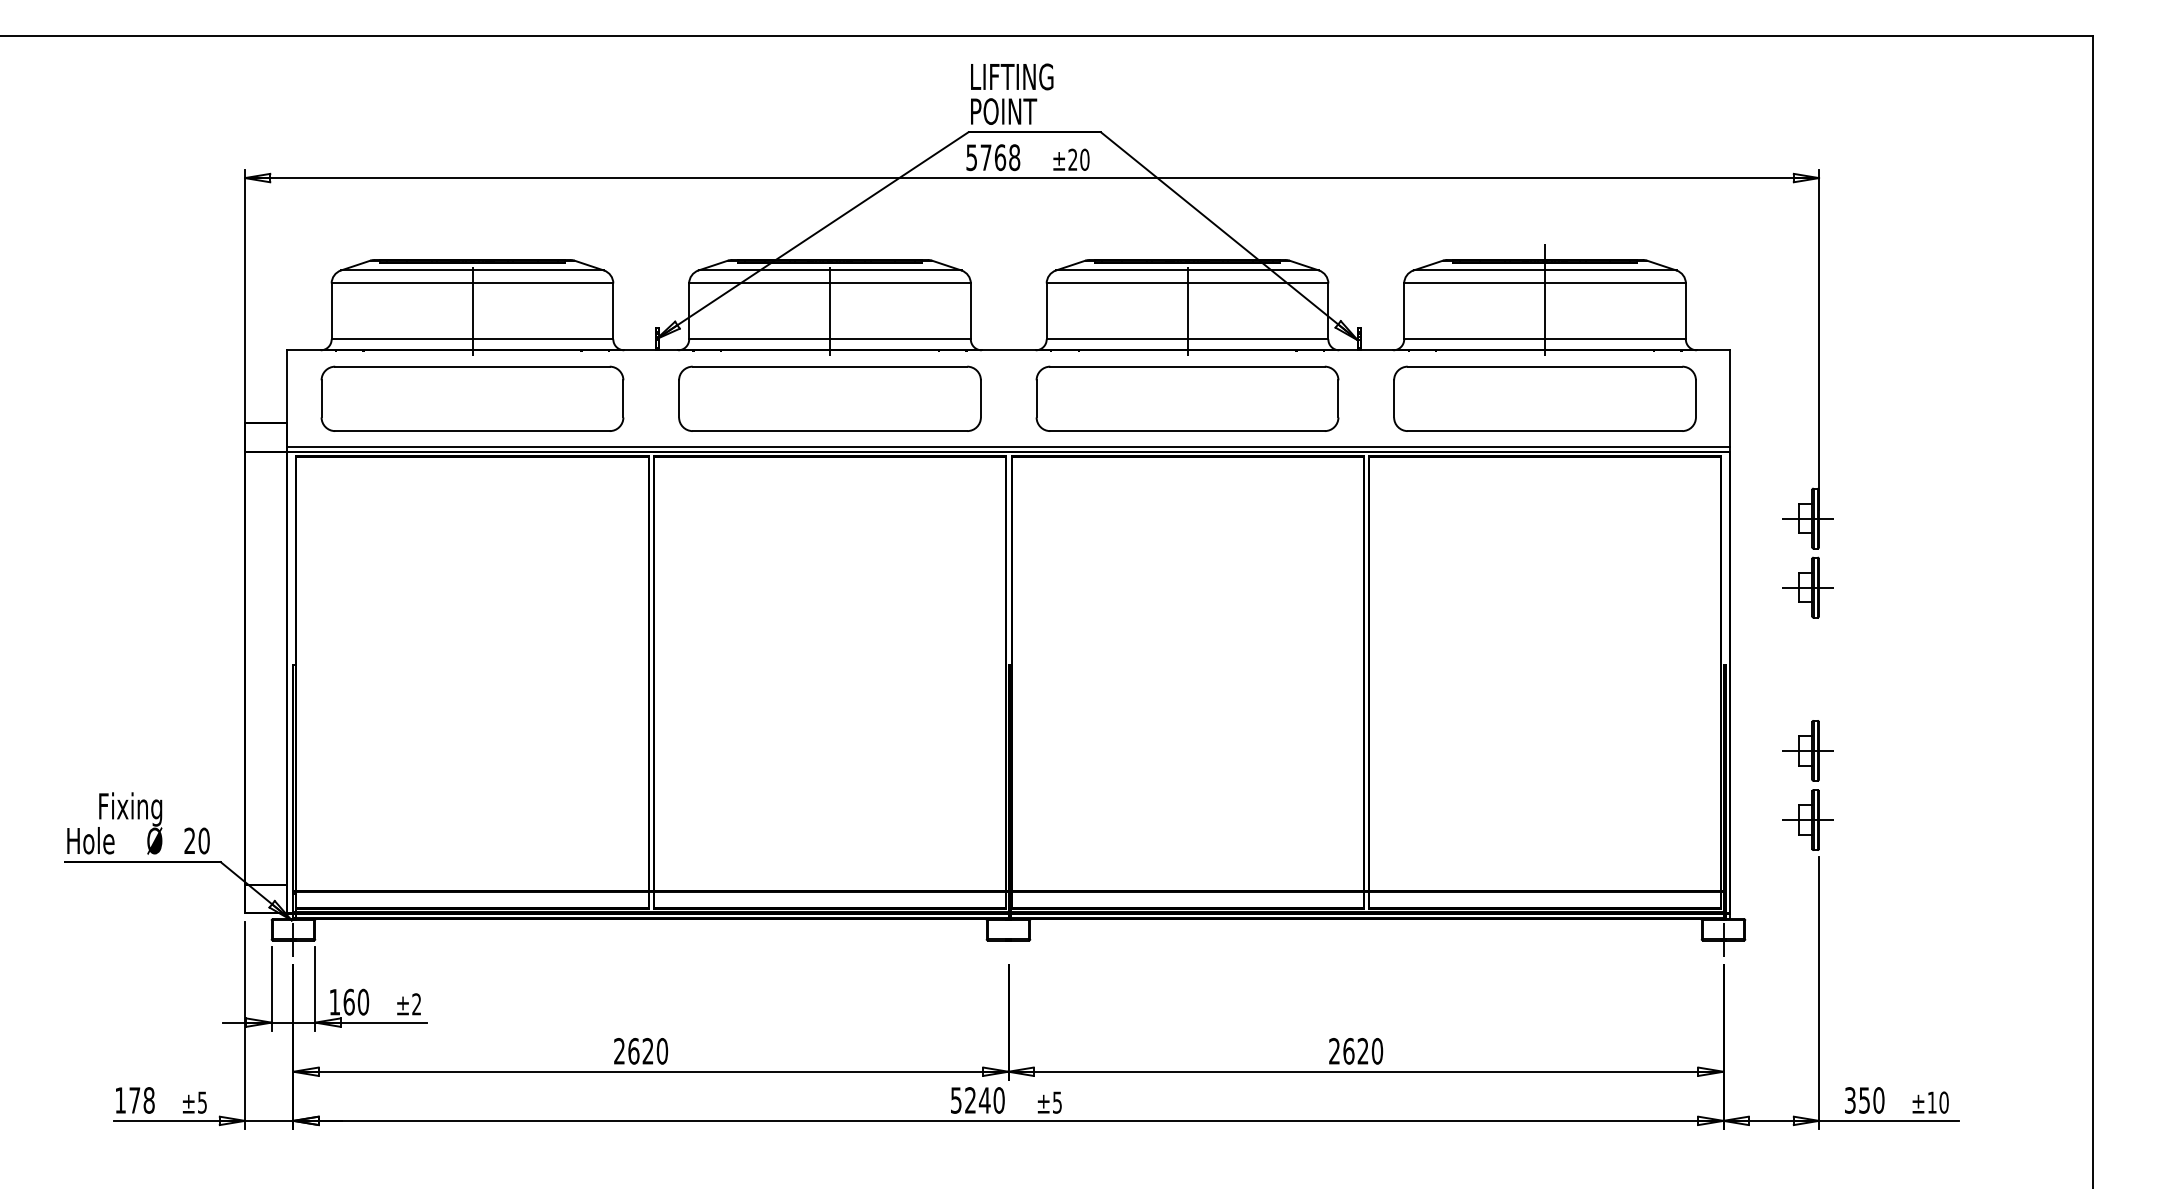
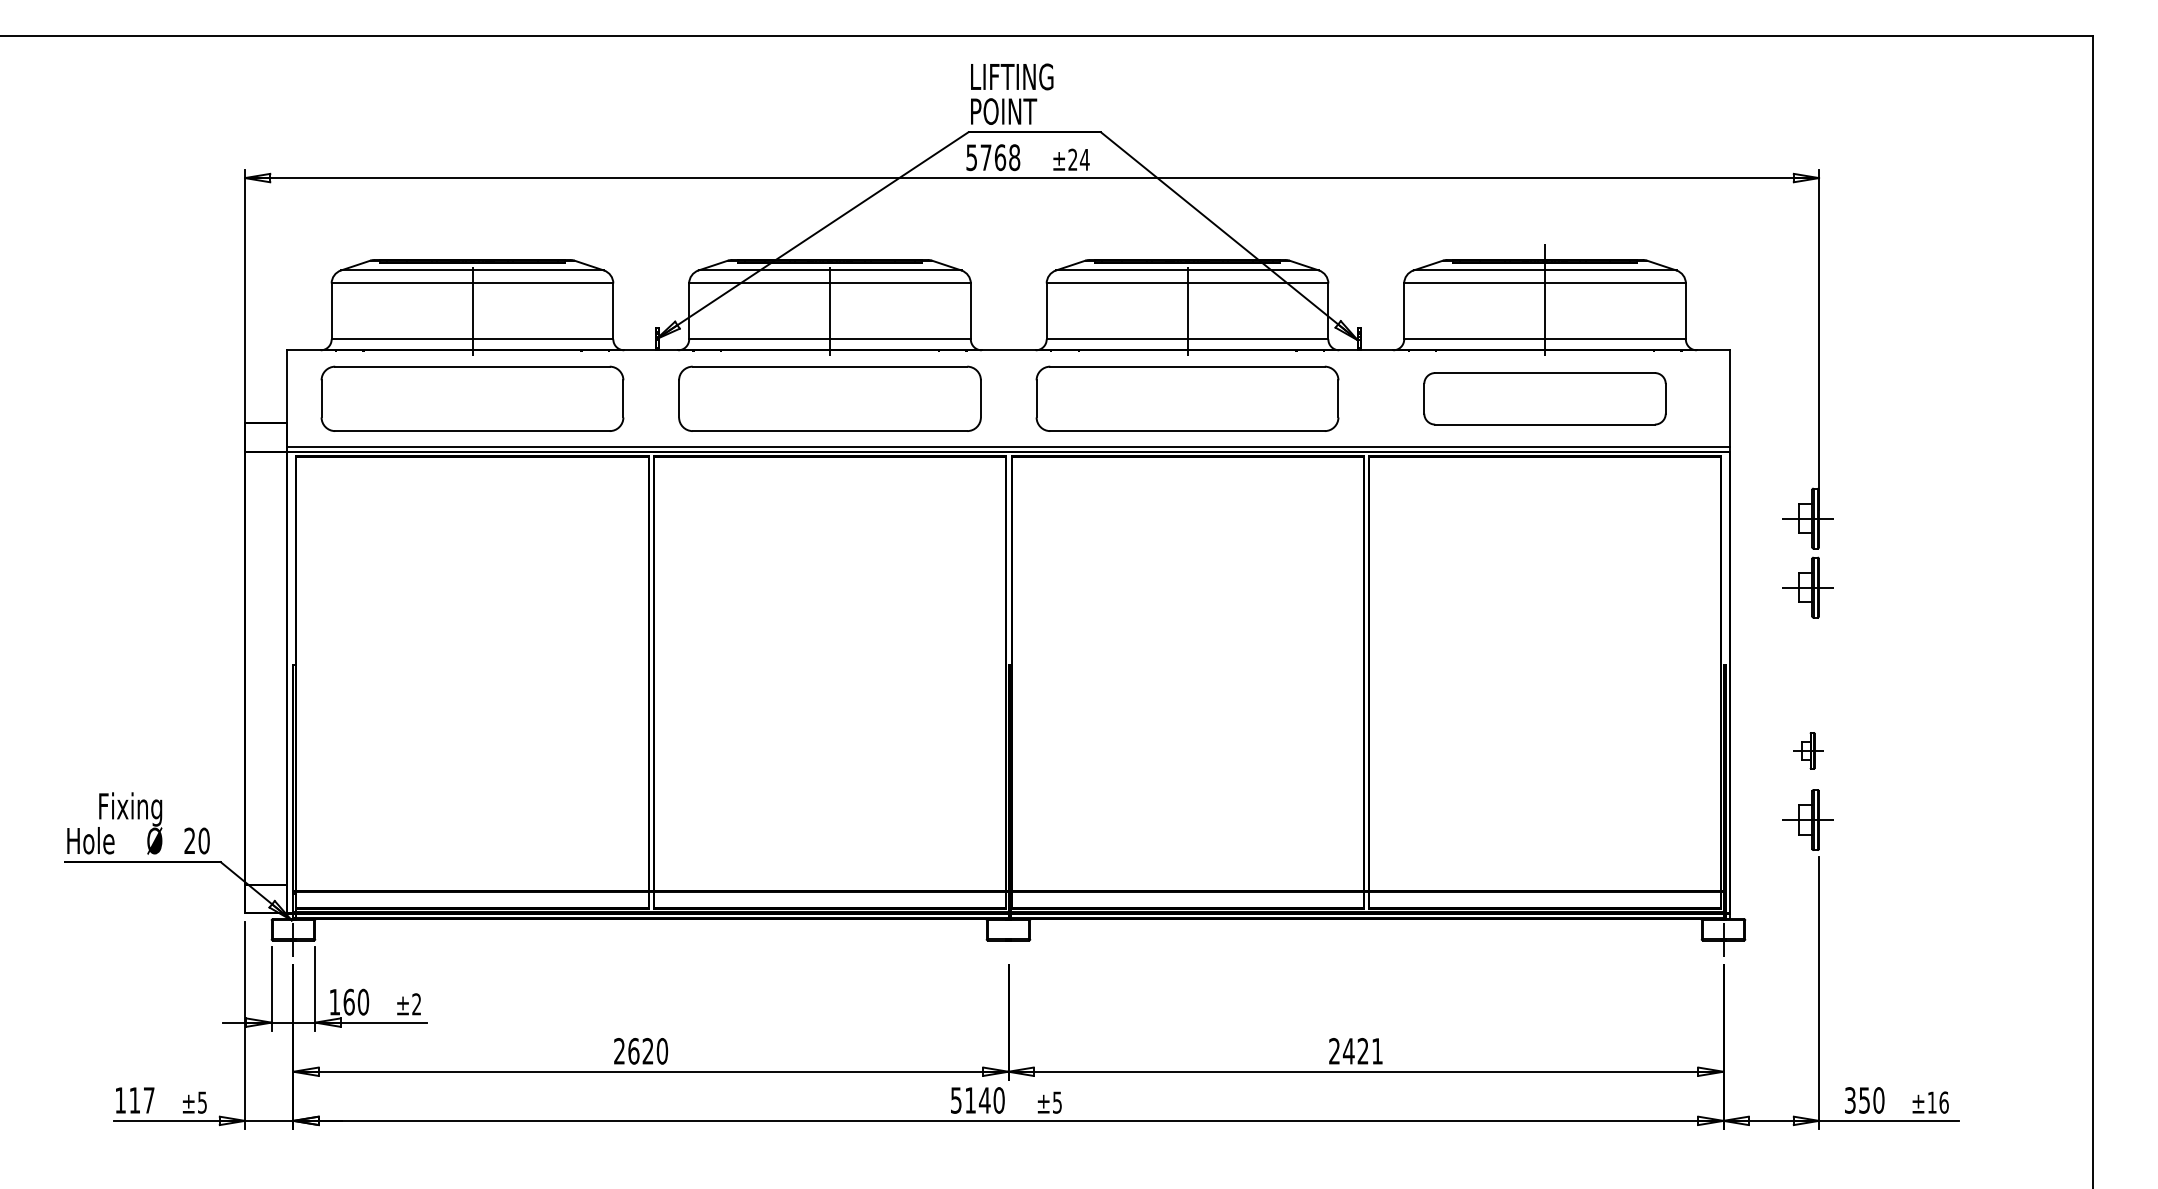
text at (1084, 159): ±20 -> ±24
part at (1544, 398) size: 304x67 px -> 244x54 px
part at (1807, 750) size: 52x62 px -> 31x38 px
text at (1362, 1051): 2620 -> 2421
text at (141, 1100): 178 -> 117
text at (970, 1100): 5240 -> 5140
text at (1943, 1102): ±10 -> ±16
